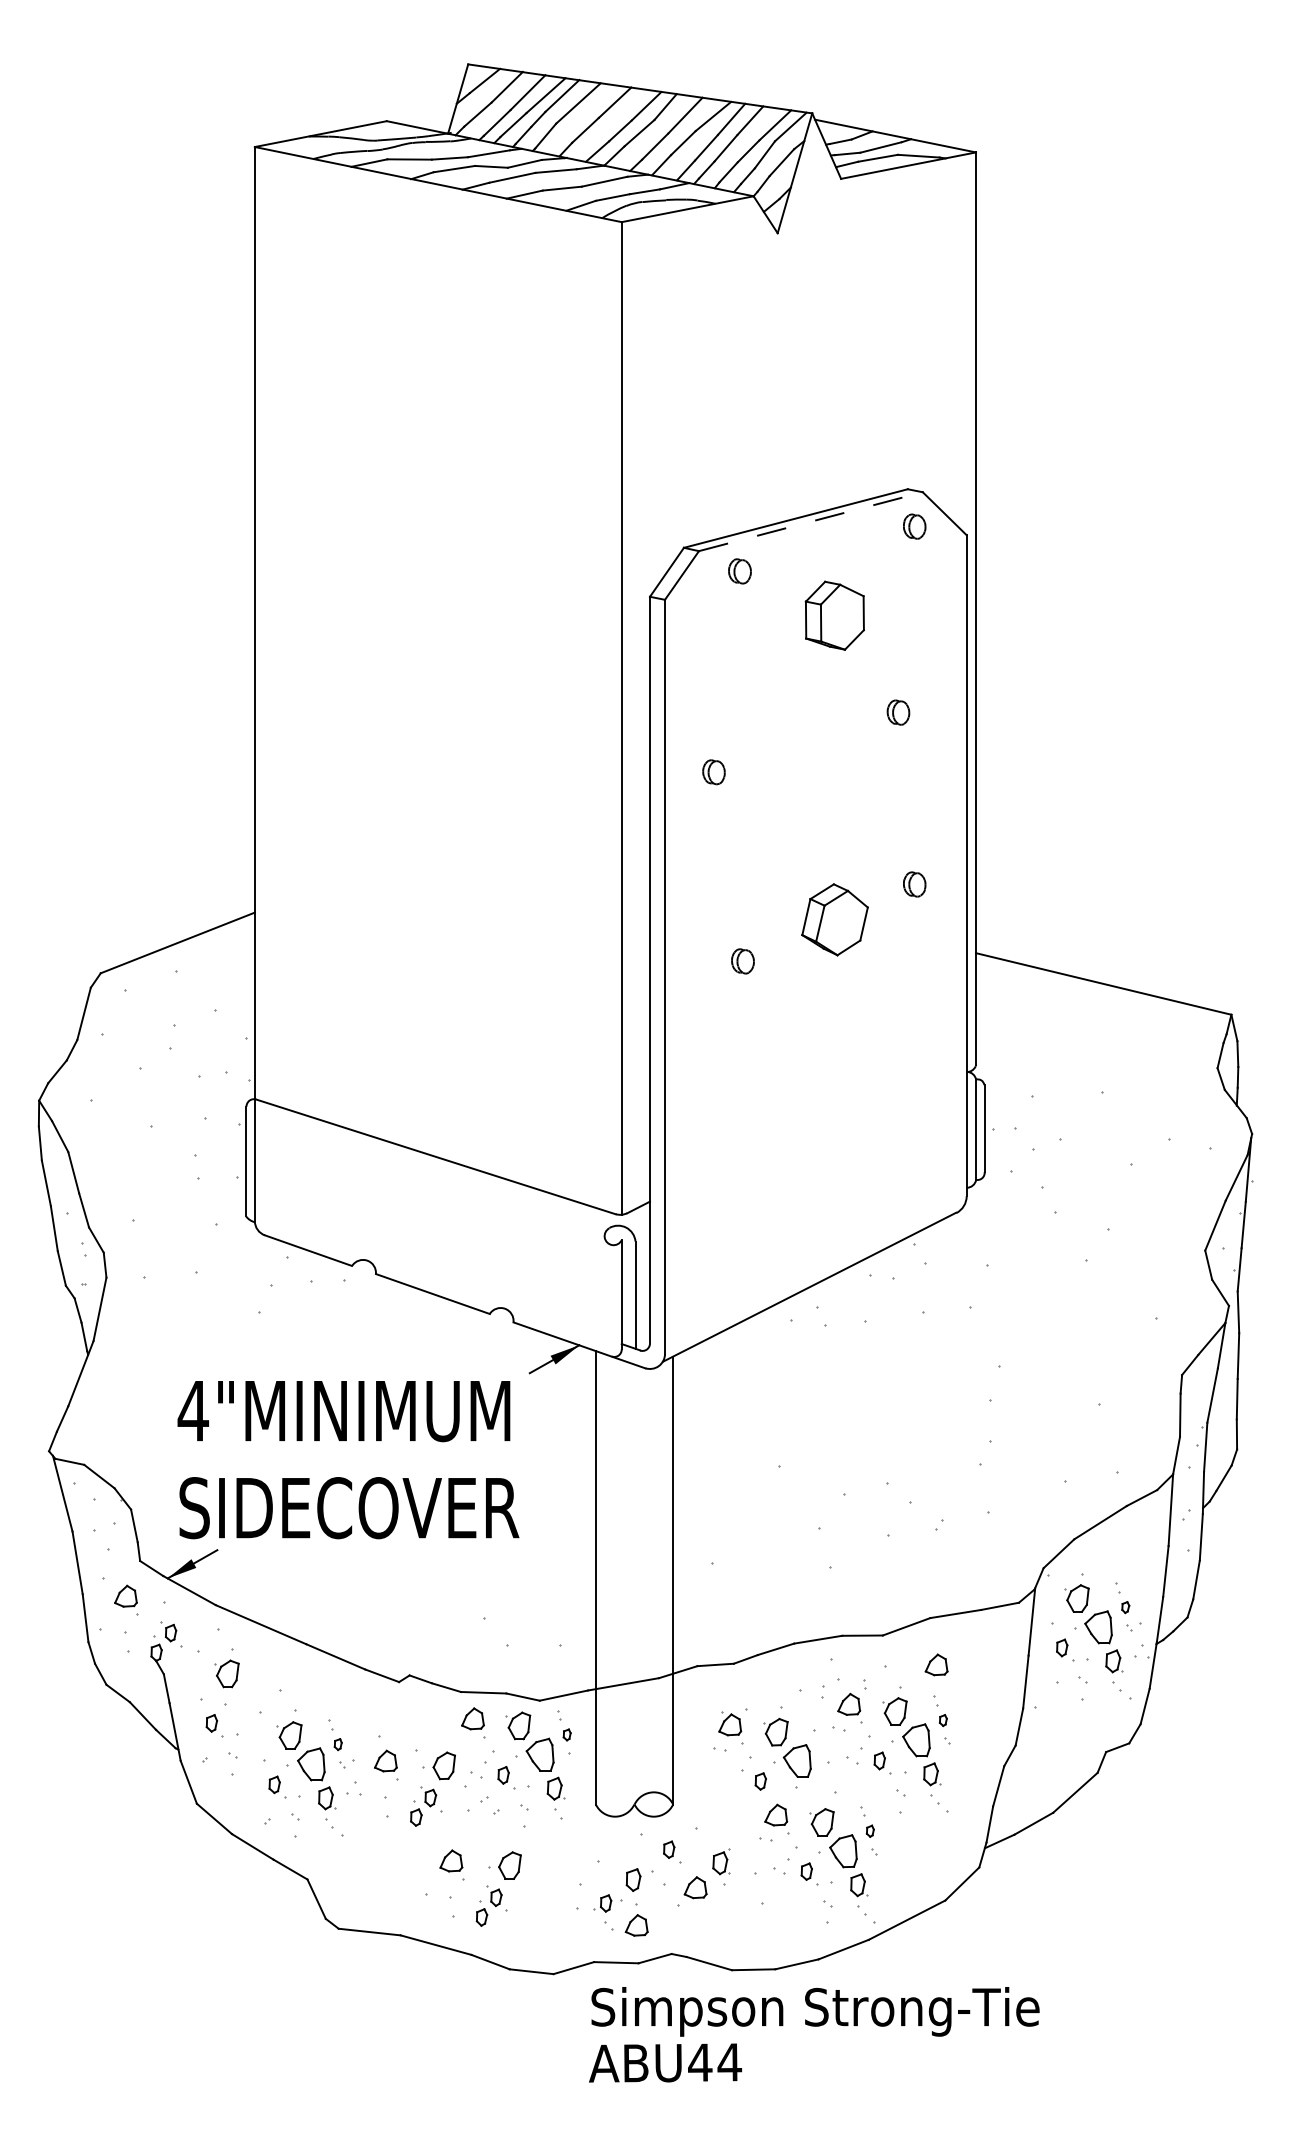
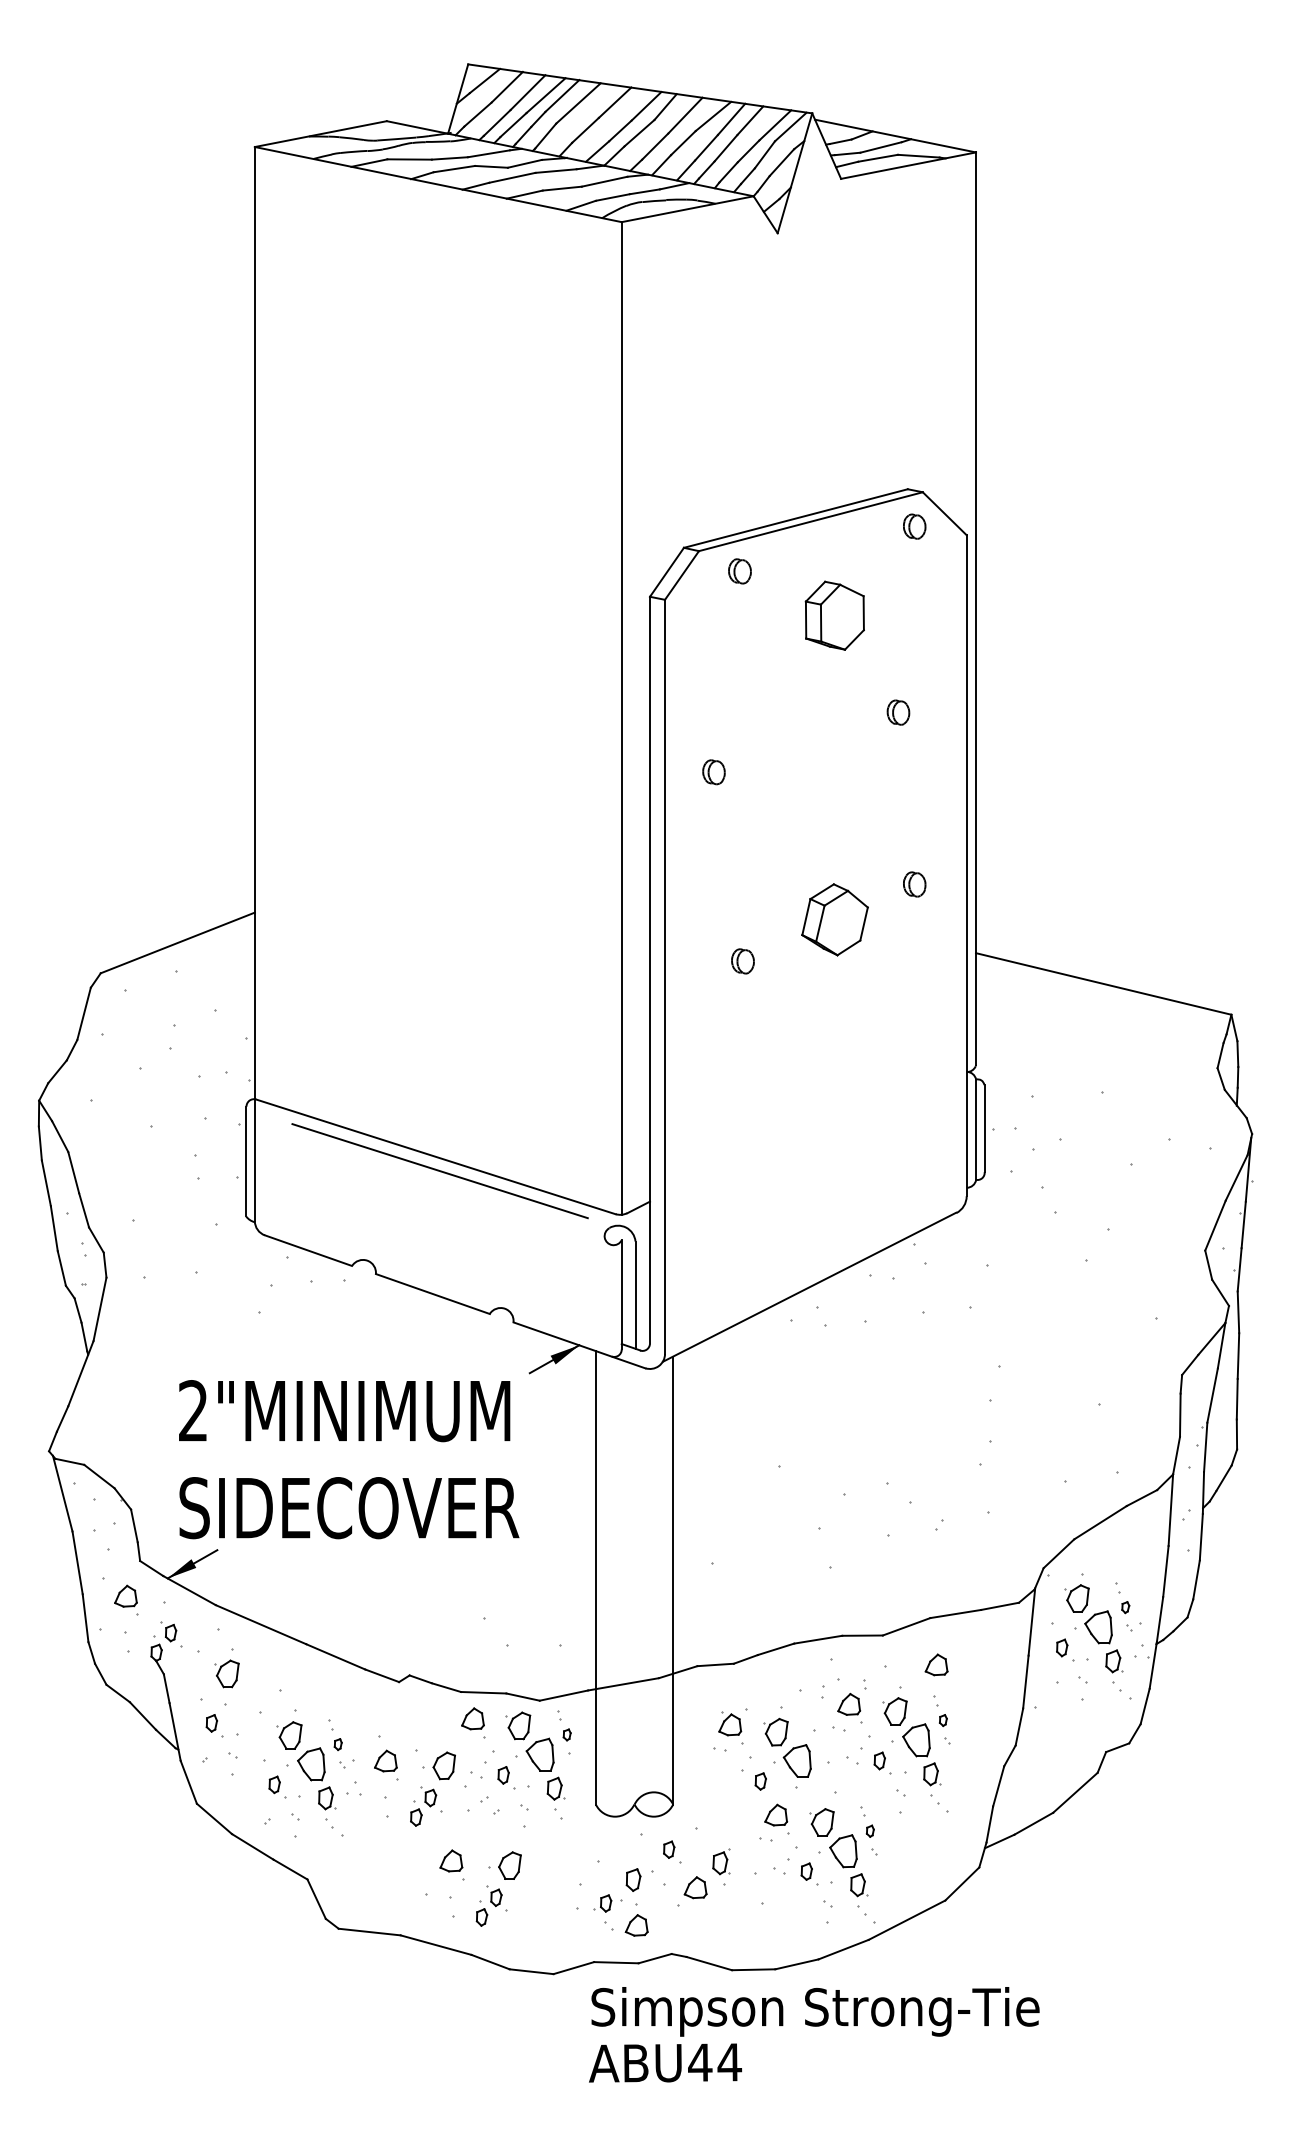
line at (810, 521): dashed -> solid
line at (439, 1171): none -> present
text at (193, 1410): 4"MINIMUM -> 2"MINIMUM
